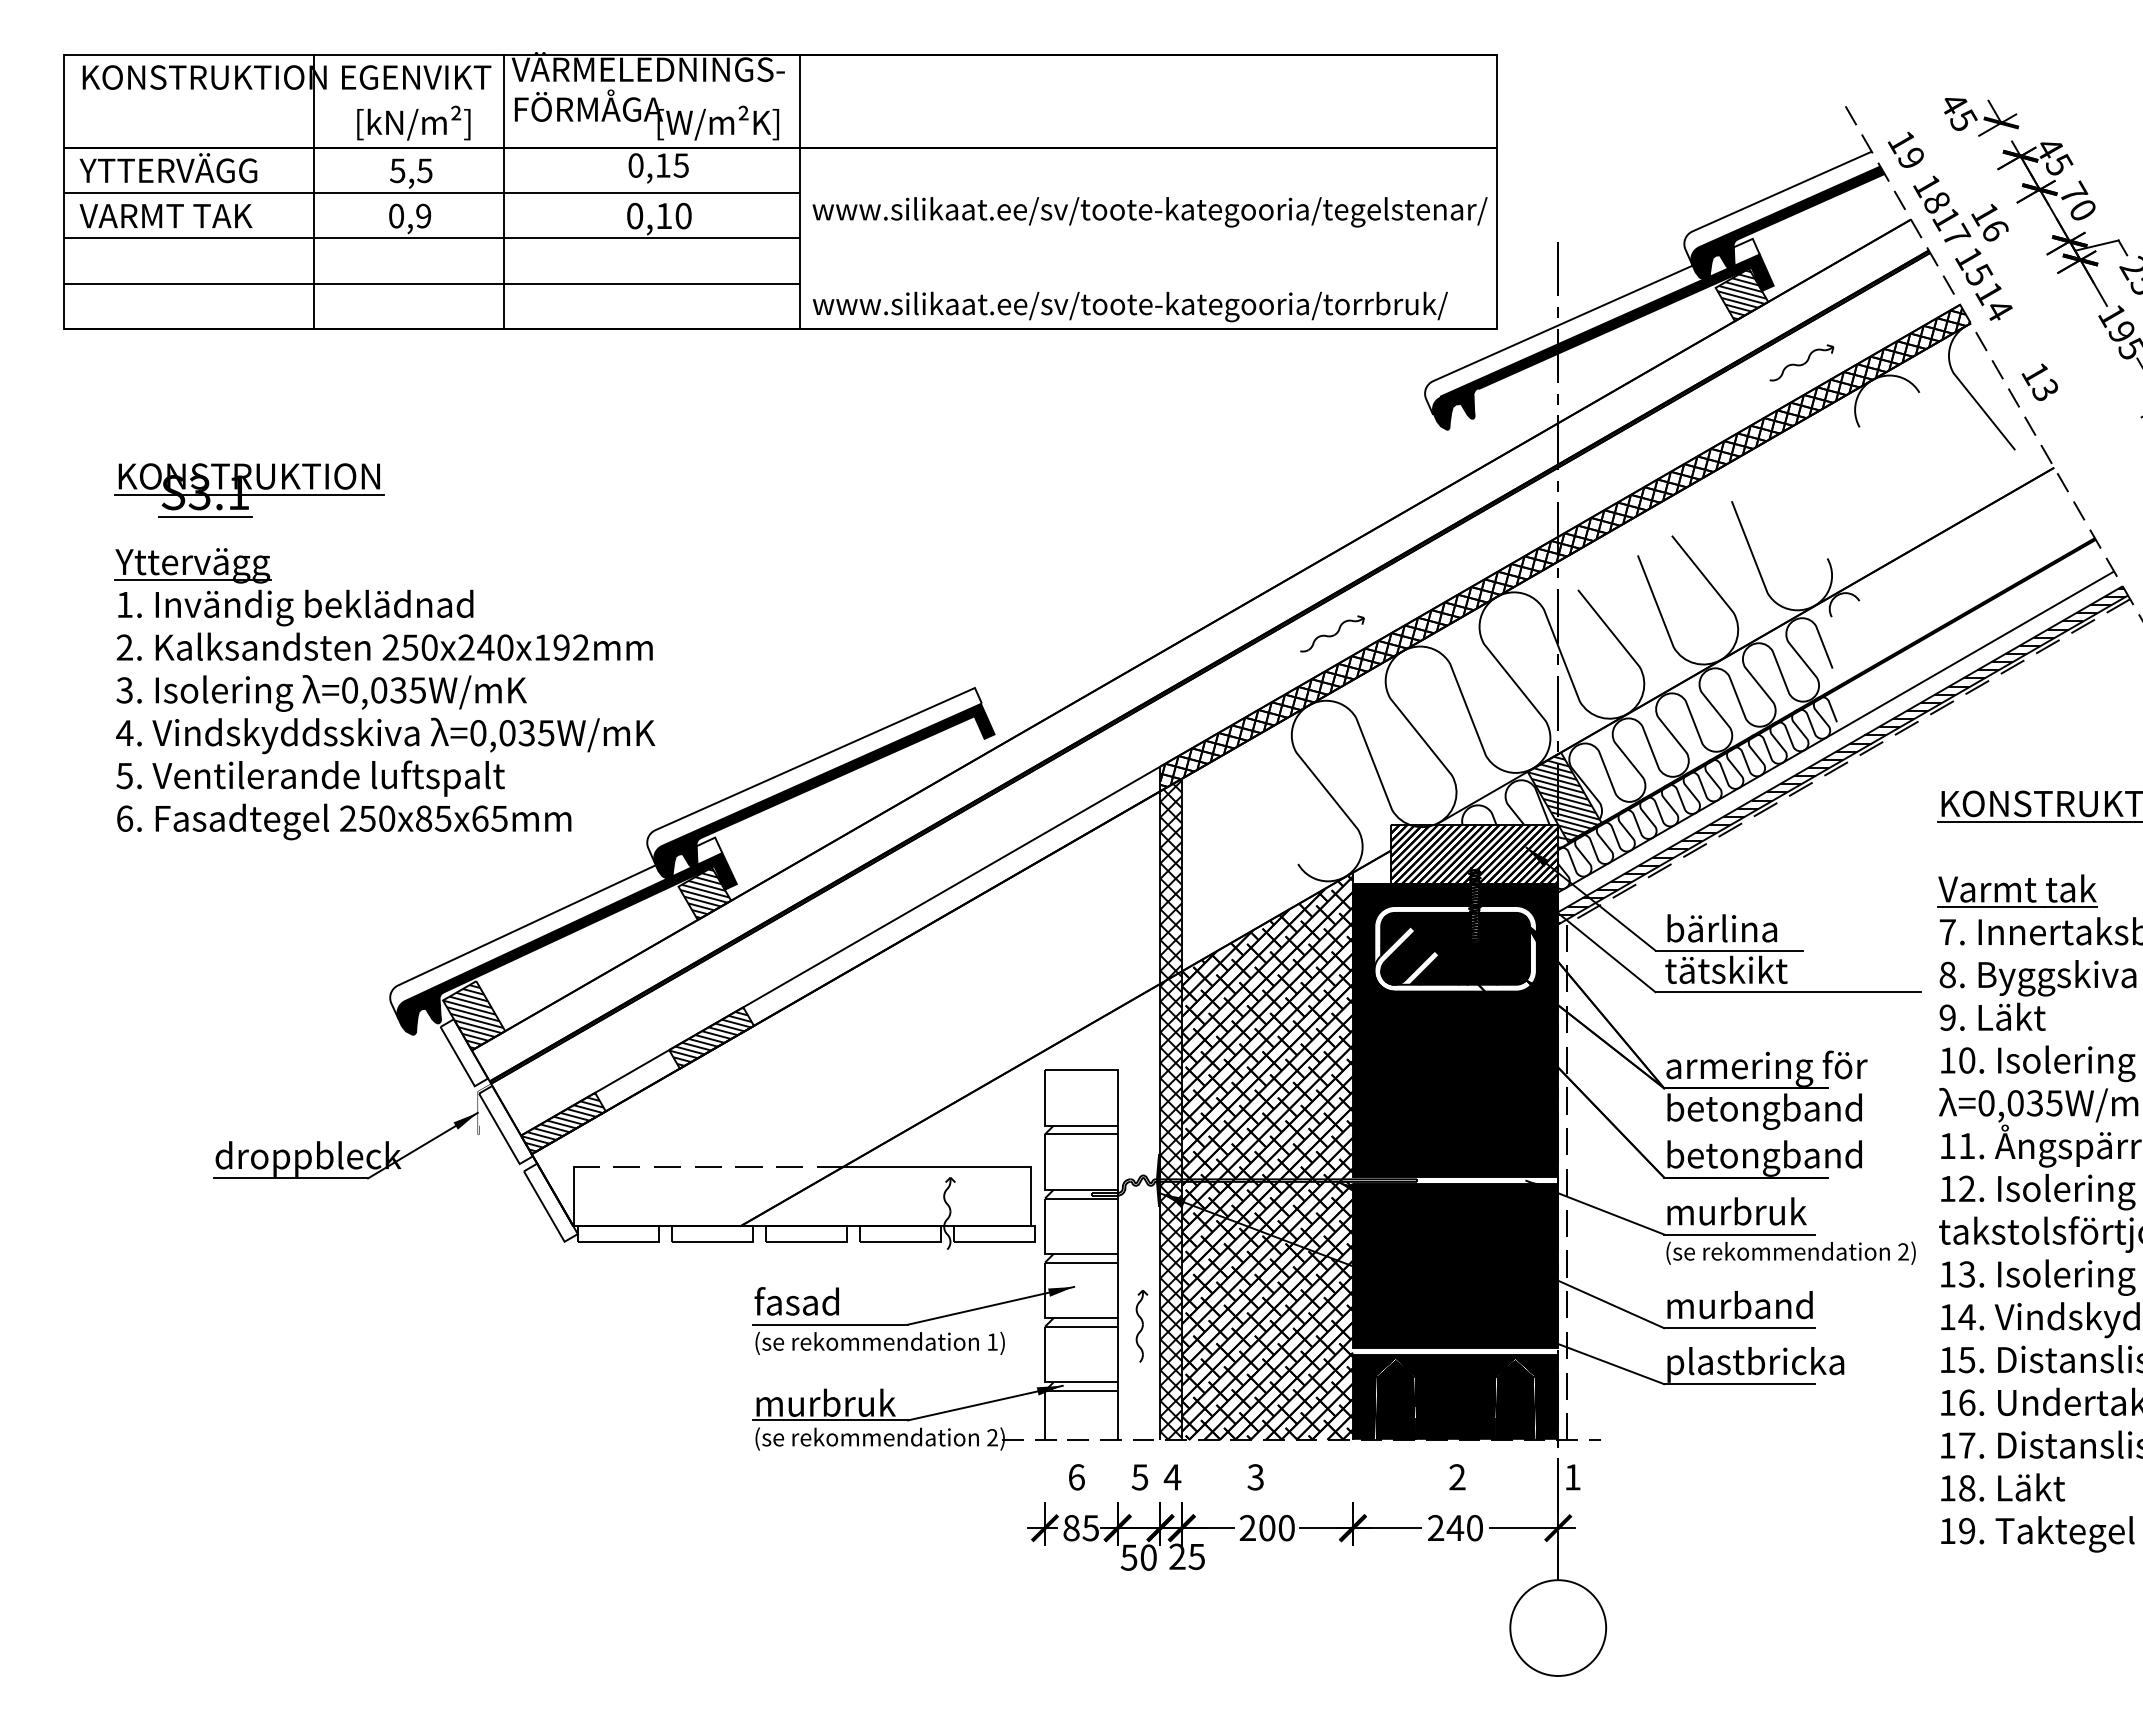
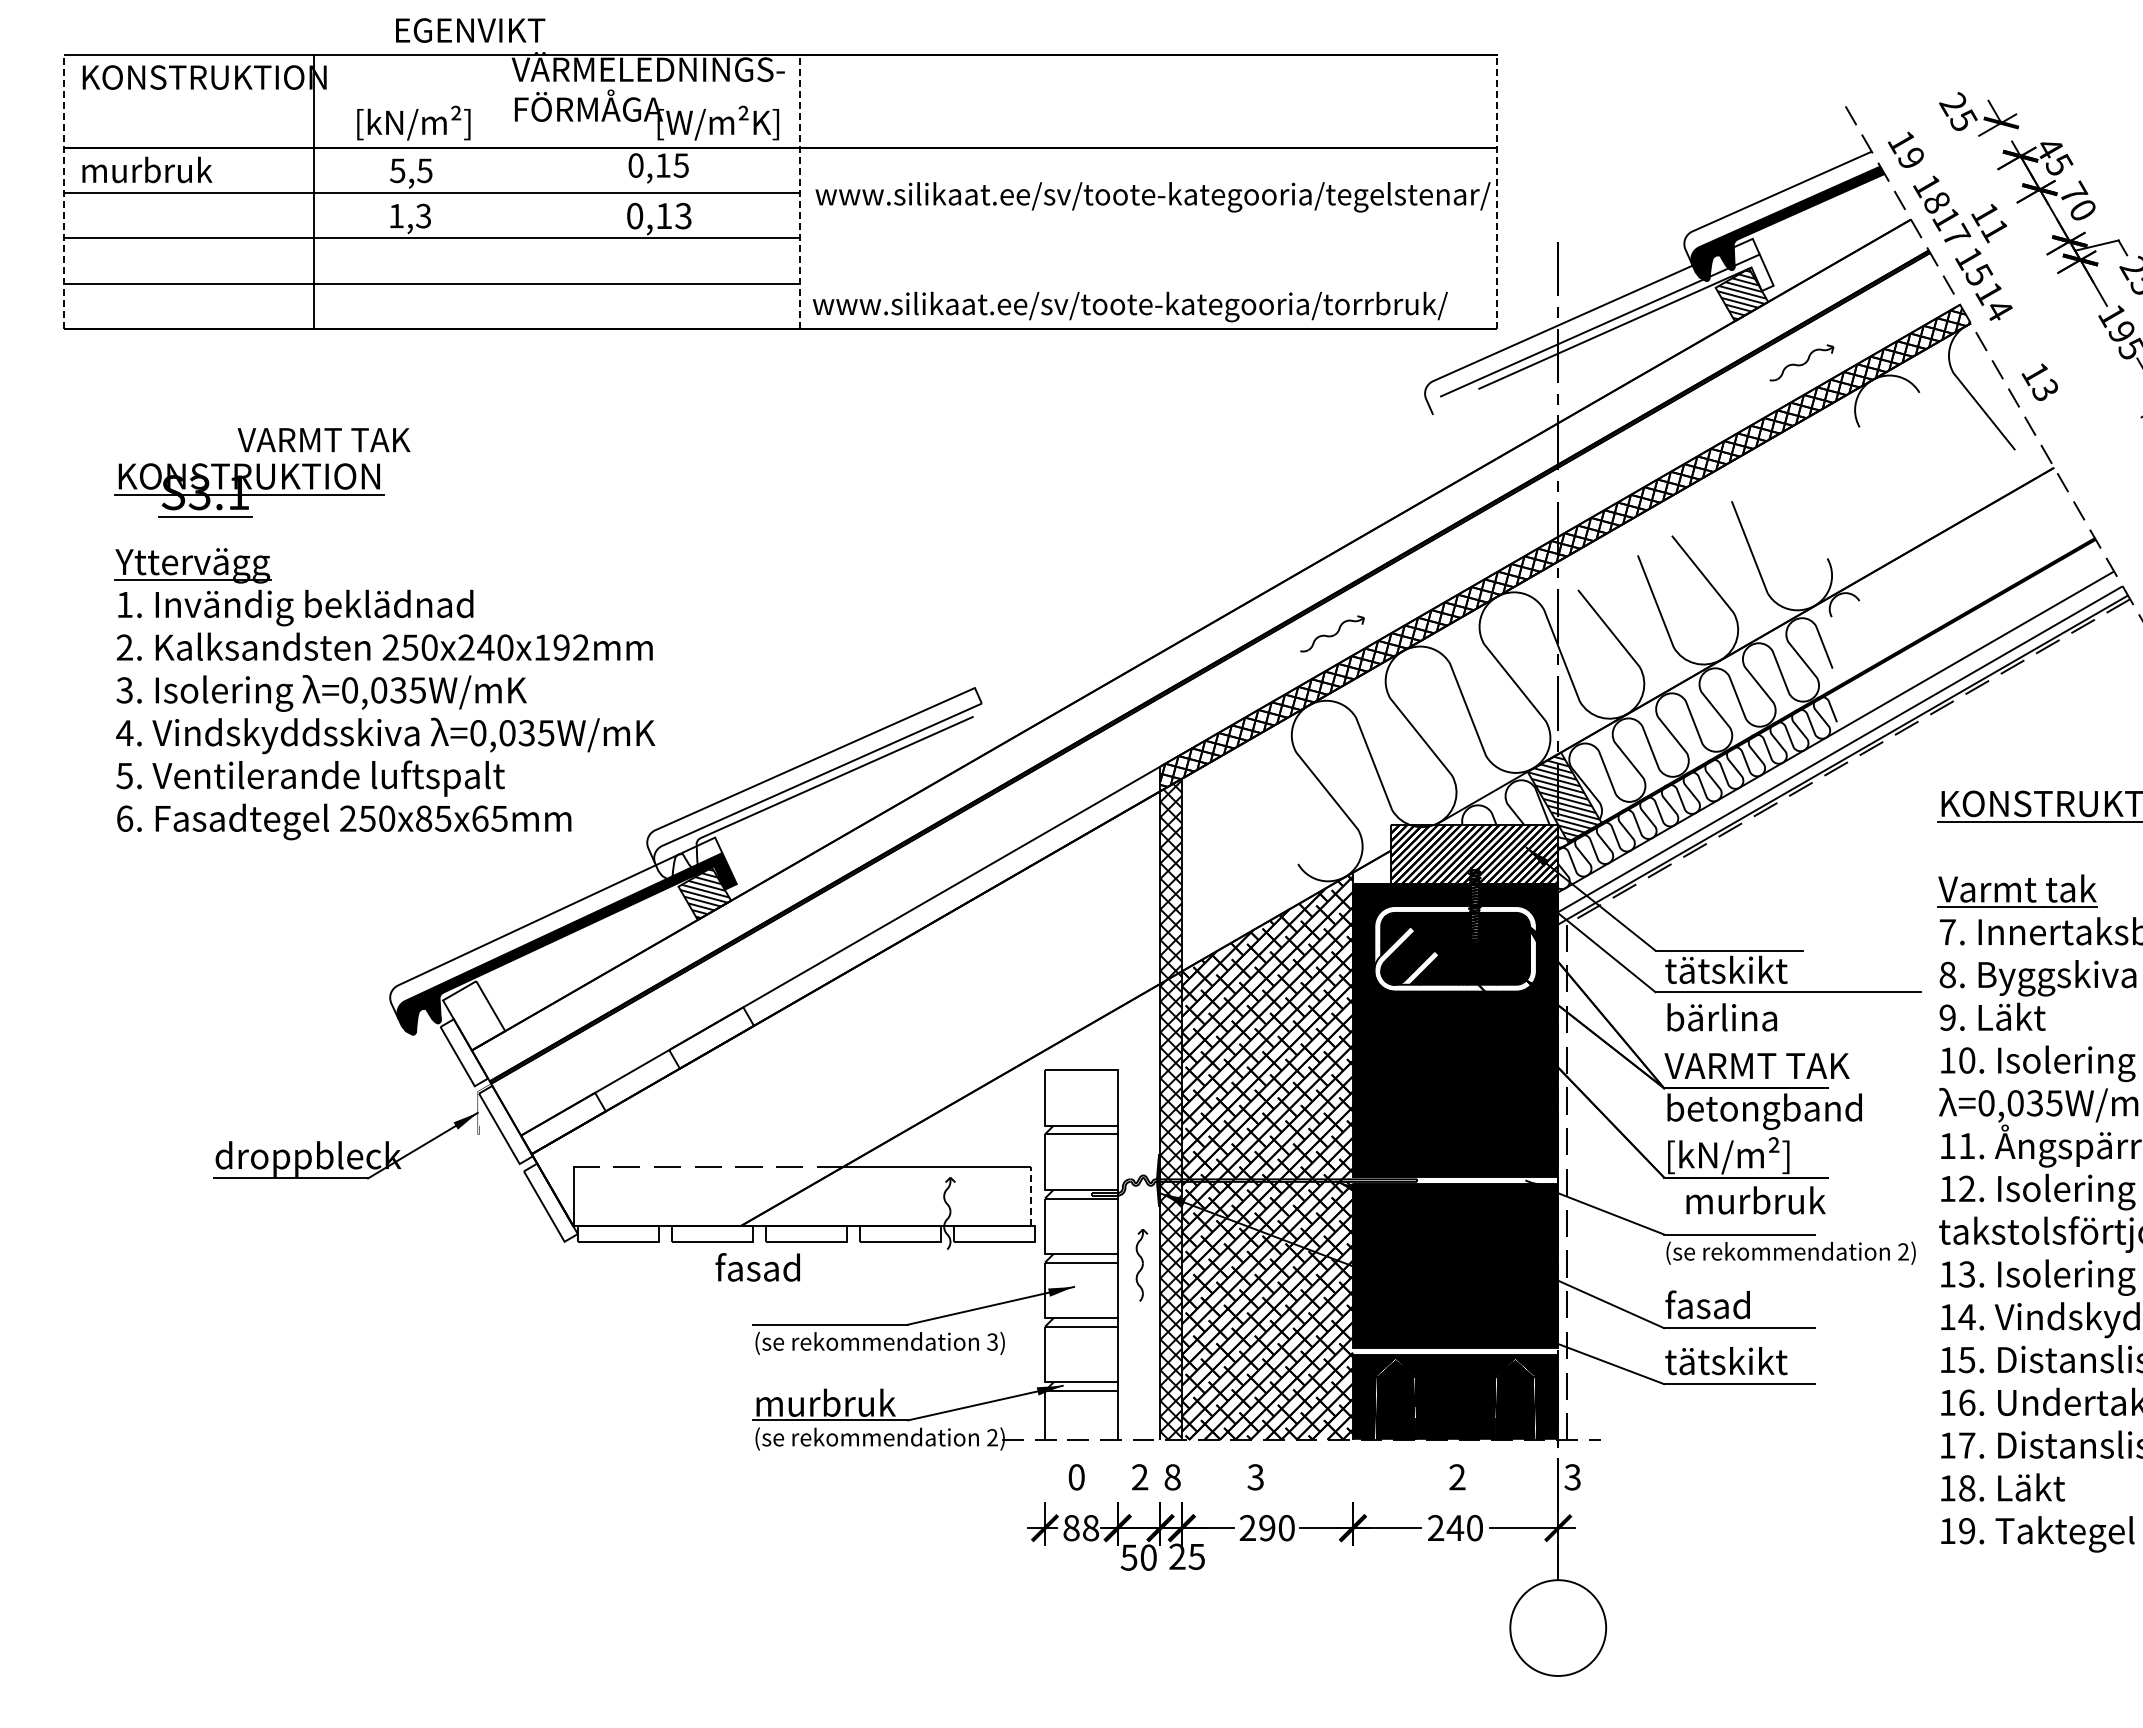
text at (416, 77) position: (416, 77) -> (470, 30)
text at (1953, 104): 45 -> 25
text at (168, 168): YTTERVÄGG -> murbruk
line at (64, 191): solid -> dashed
line at (504, 191): present -> none
line at (800, 191): solid -> dashed
line at (1497, 191): solid -> dashed
text at (1149, 212) position: (1149, 212) -> (1152, 197)
text at (410, 215): 0,9 -> 1,3
text at (165, 216) position: (165, 216) -> (323, 440)
text at (683, 216): 0,10 -> 0,13
text at (1994, 231): 16 -> 11
fill at (1602, 342): present -> none
hatch at (1841, 755): present -> none
fill at (824, 791): present -> none
text at (1722, 928) position: (1722, 928) -> (1722, 1017)
hatch at (473, 1014): present -> none
hatch at (710, 1036): present -> none
text at (1765, 1068): armering för -> VARMT TAK
hatch at (562, 1122): present -> none
text at (1764, 1156): betongband -> [kN/m²]
line at (1031, 1196): solid -> dashed
text at (1736, 1211) position: (1736, 1211) -> (1755, 1200)
text at (796, 1301) position: (796, 1301) -> (757, 1267)
text at (1738, 1304): murband -> fasad
part at (1141, 1326) position: (1141, 1326) -> (1141, 1265)
text at (992, 1341): 1) -> 3)
text at (1754, 1364): plastbricka -> tätskikt
text at (1076, 1477): 6 -> 0
text at (1139, 1477): 5 -> 2
text at (1172, 1477): 4 -> 8
text at (1572, 1477): 1 -> 3
text at (1090, 1528): 85 -> 88
text at (1267, 1528): 200 -> 290
